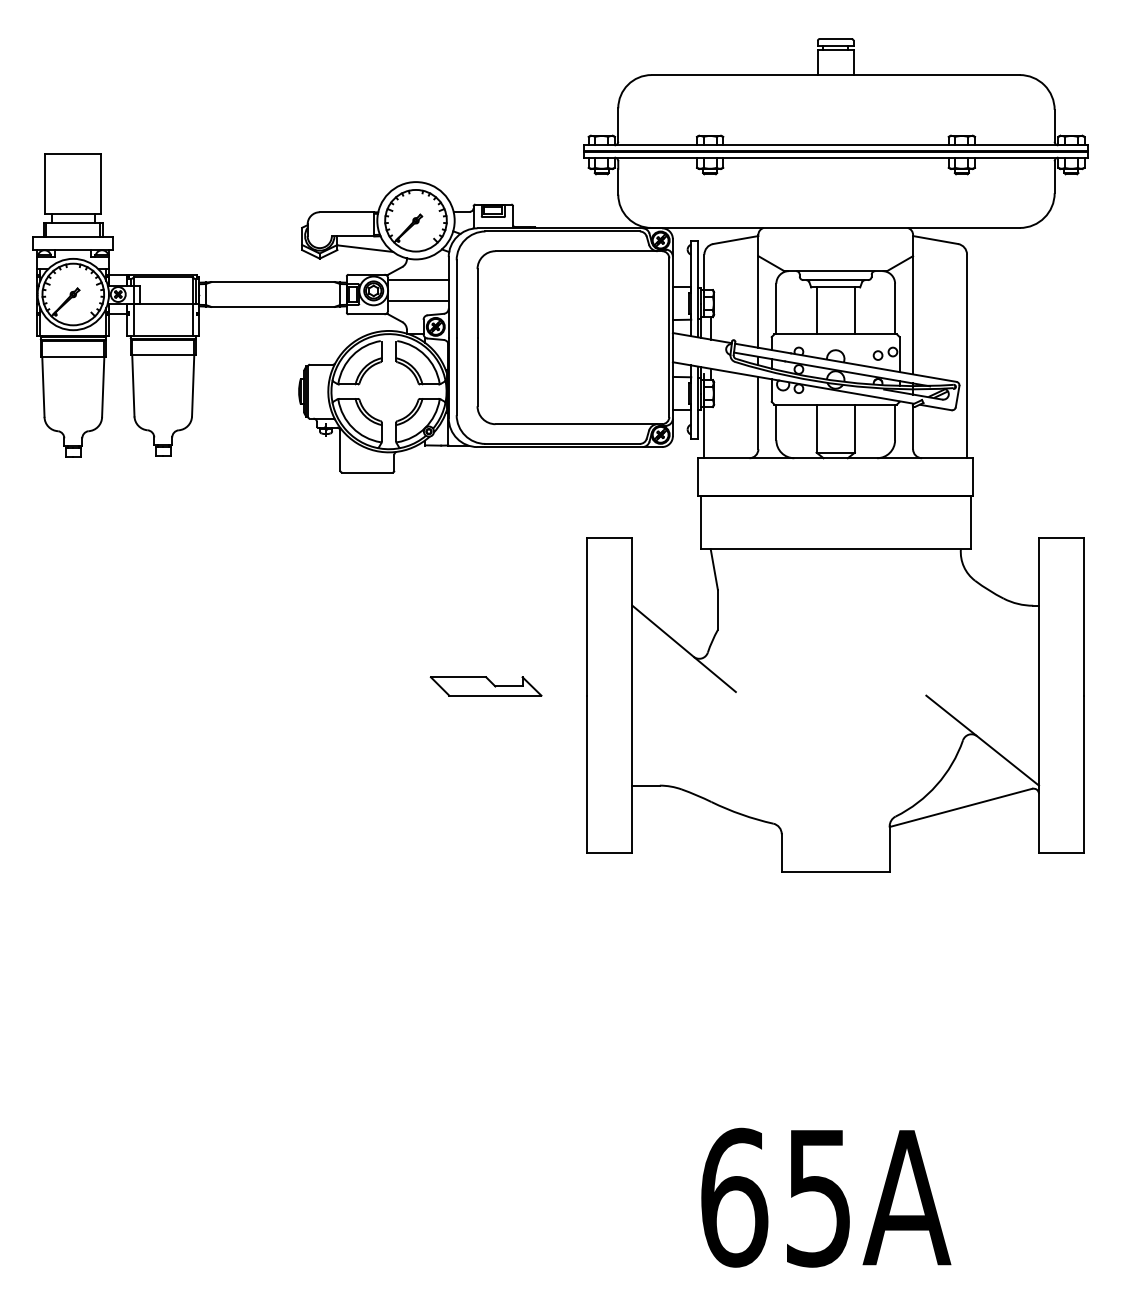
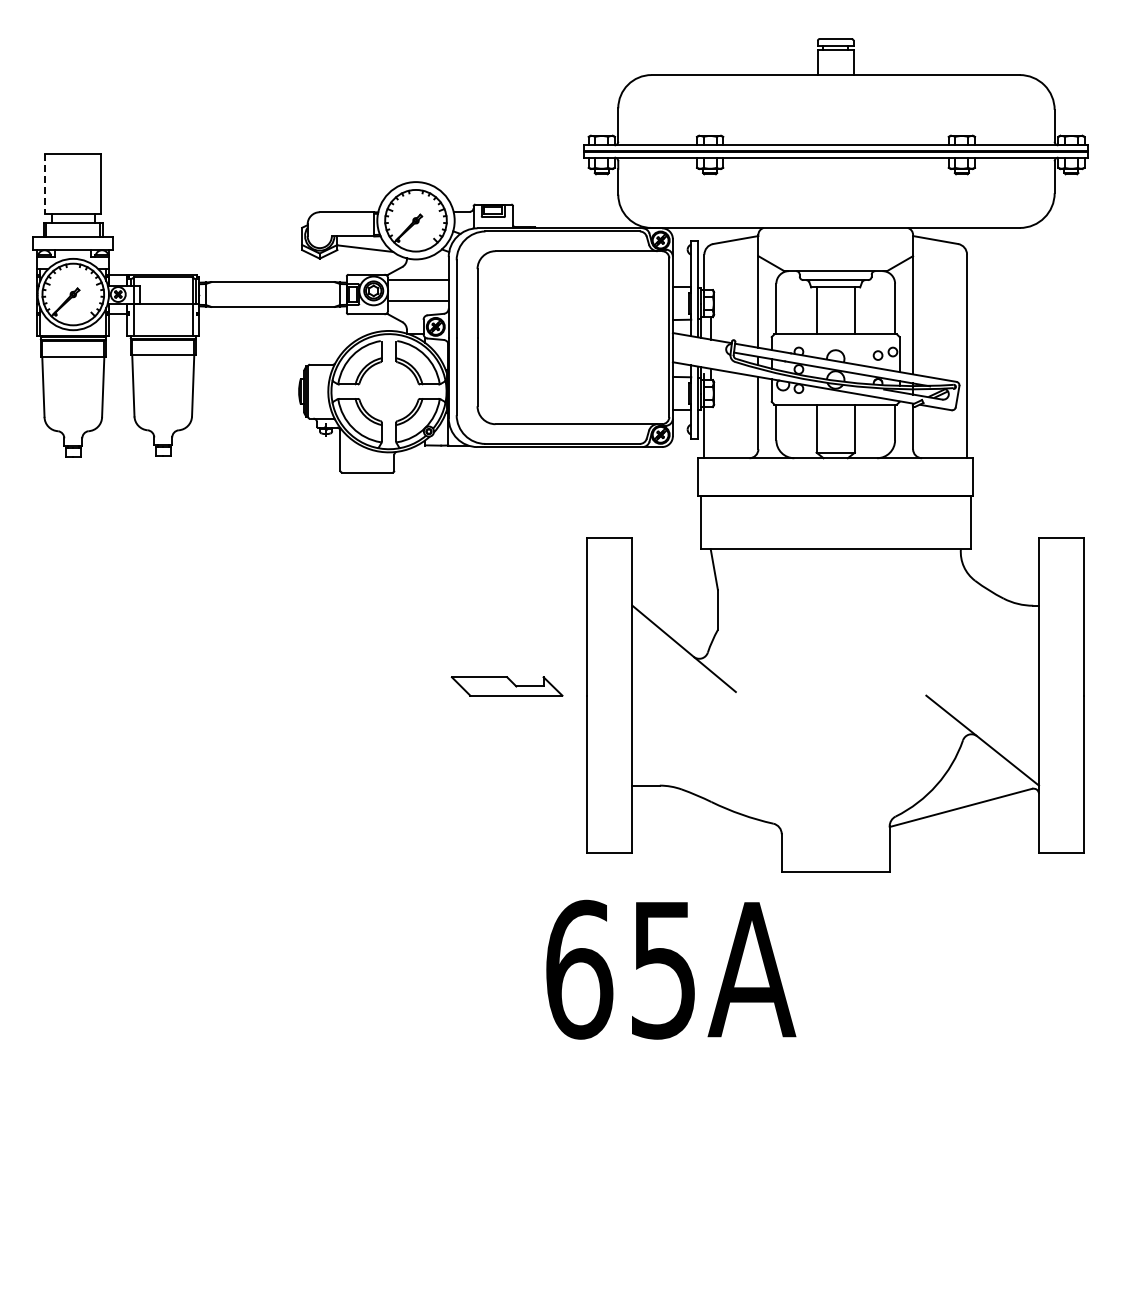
line at (45, 183): solid -> dashed
part at (485, 686) position: (485, 686) -> (506, 686)
text at (826, 1197) position: (826, 1197) -> (671, 969)
